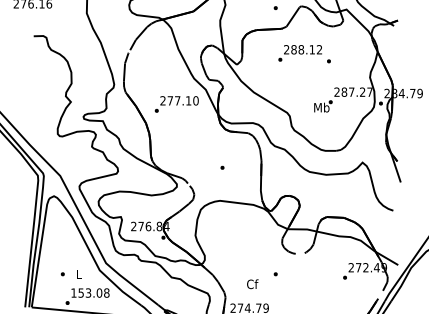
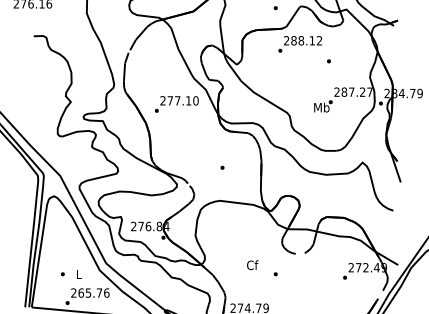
text at (299, 53) position: (299, 53) -> (299, 44)
text at (252, 284) position: (252, 284) -> (252, 265)
text at (90, 292): 153.08 -> 265.76
